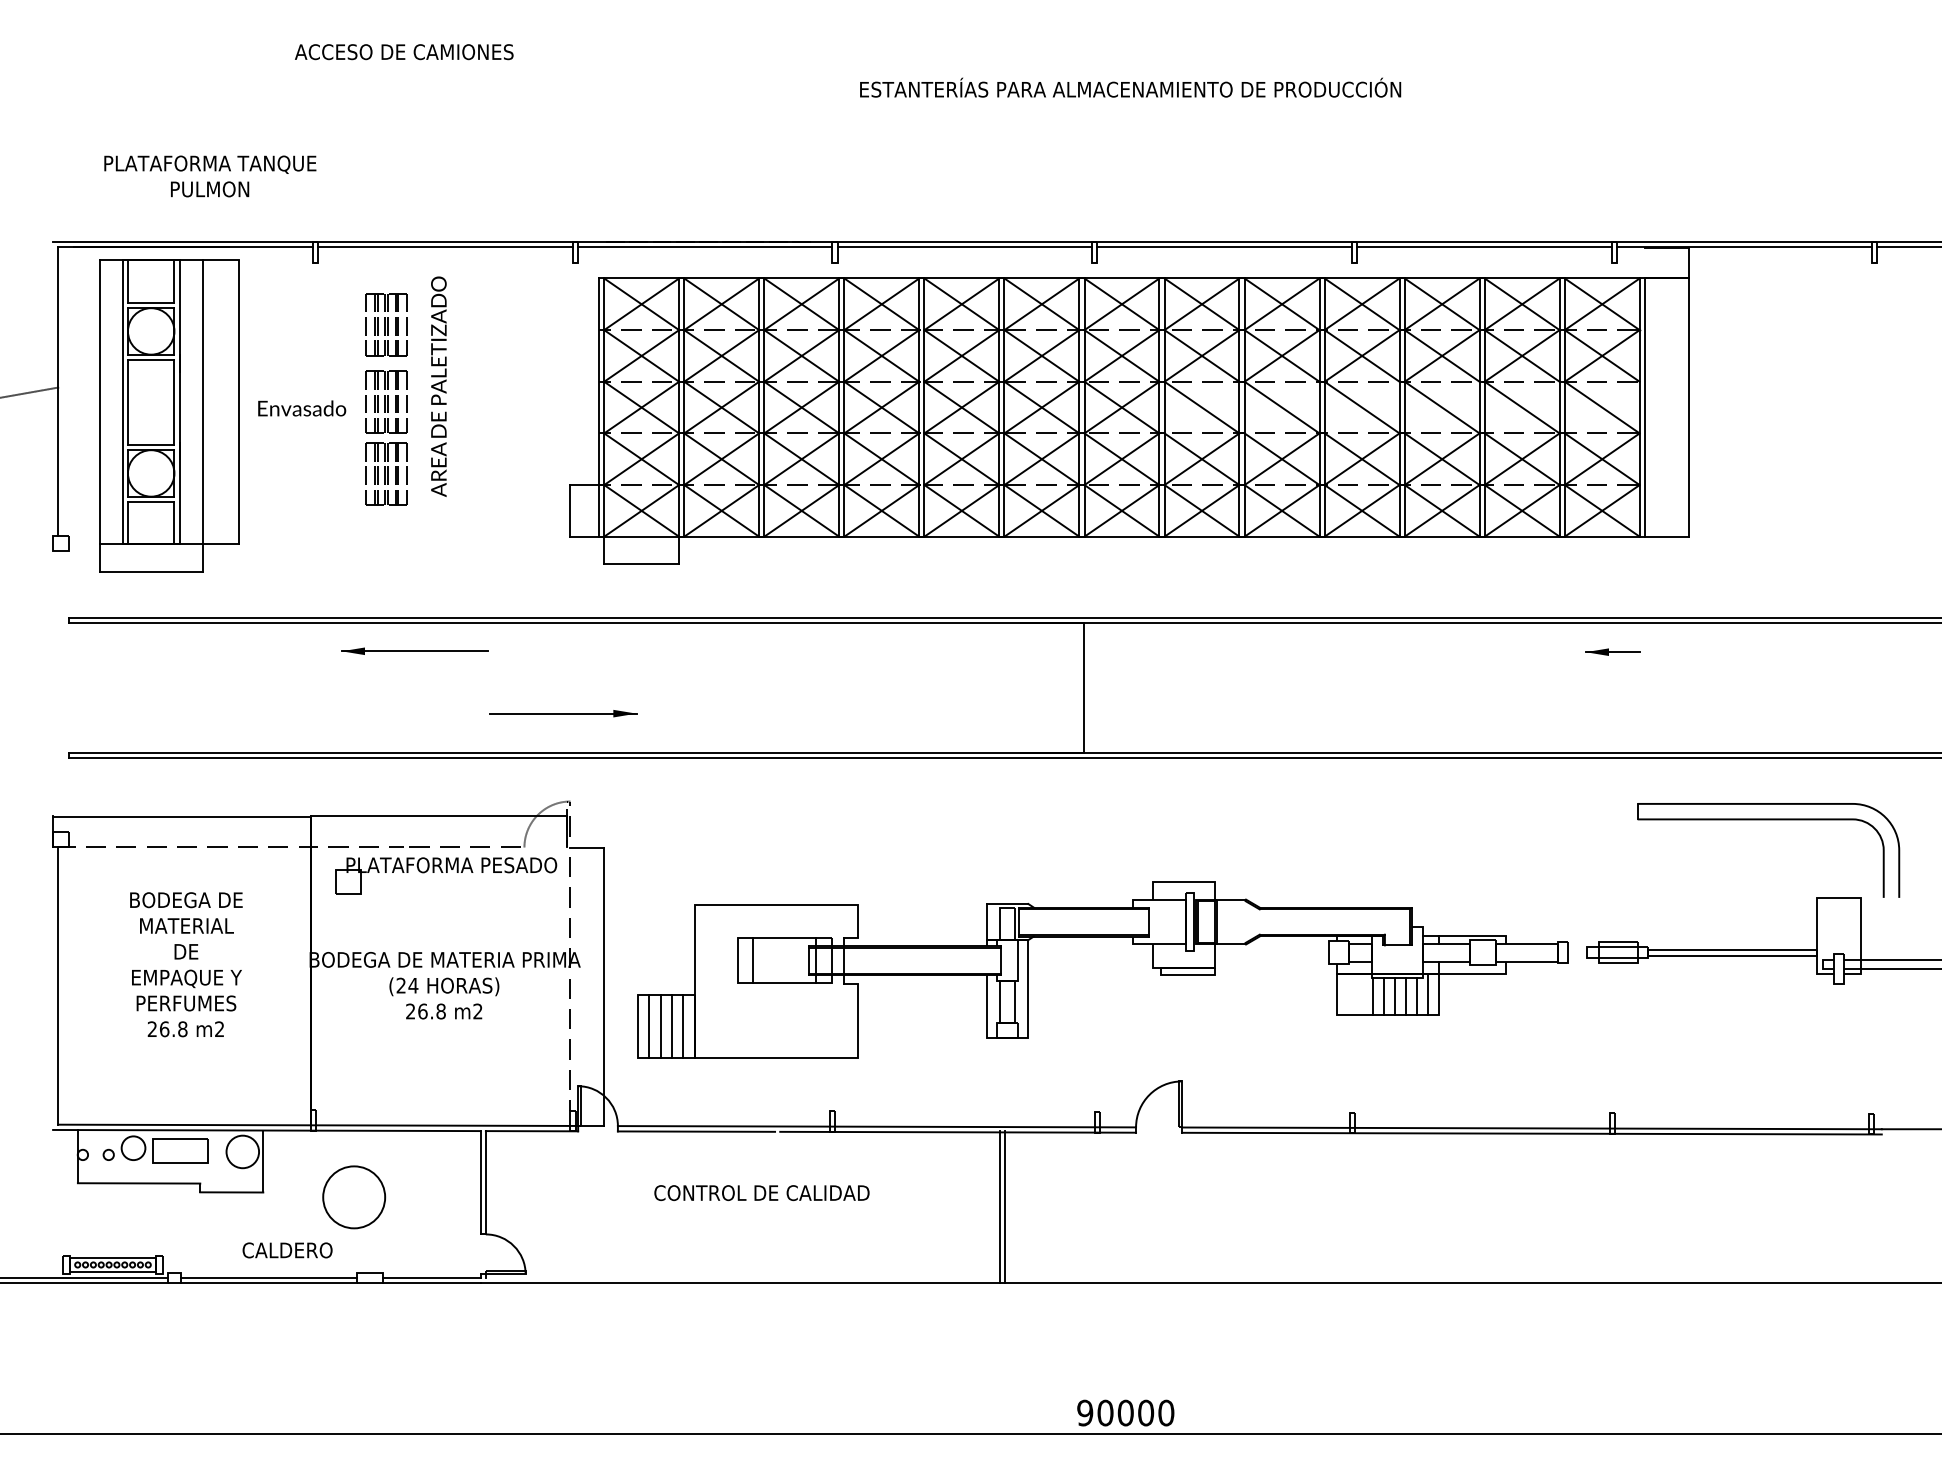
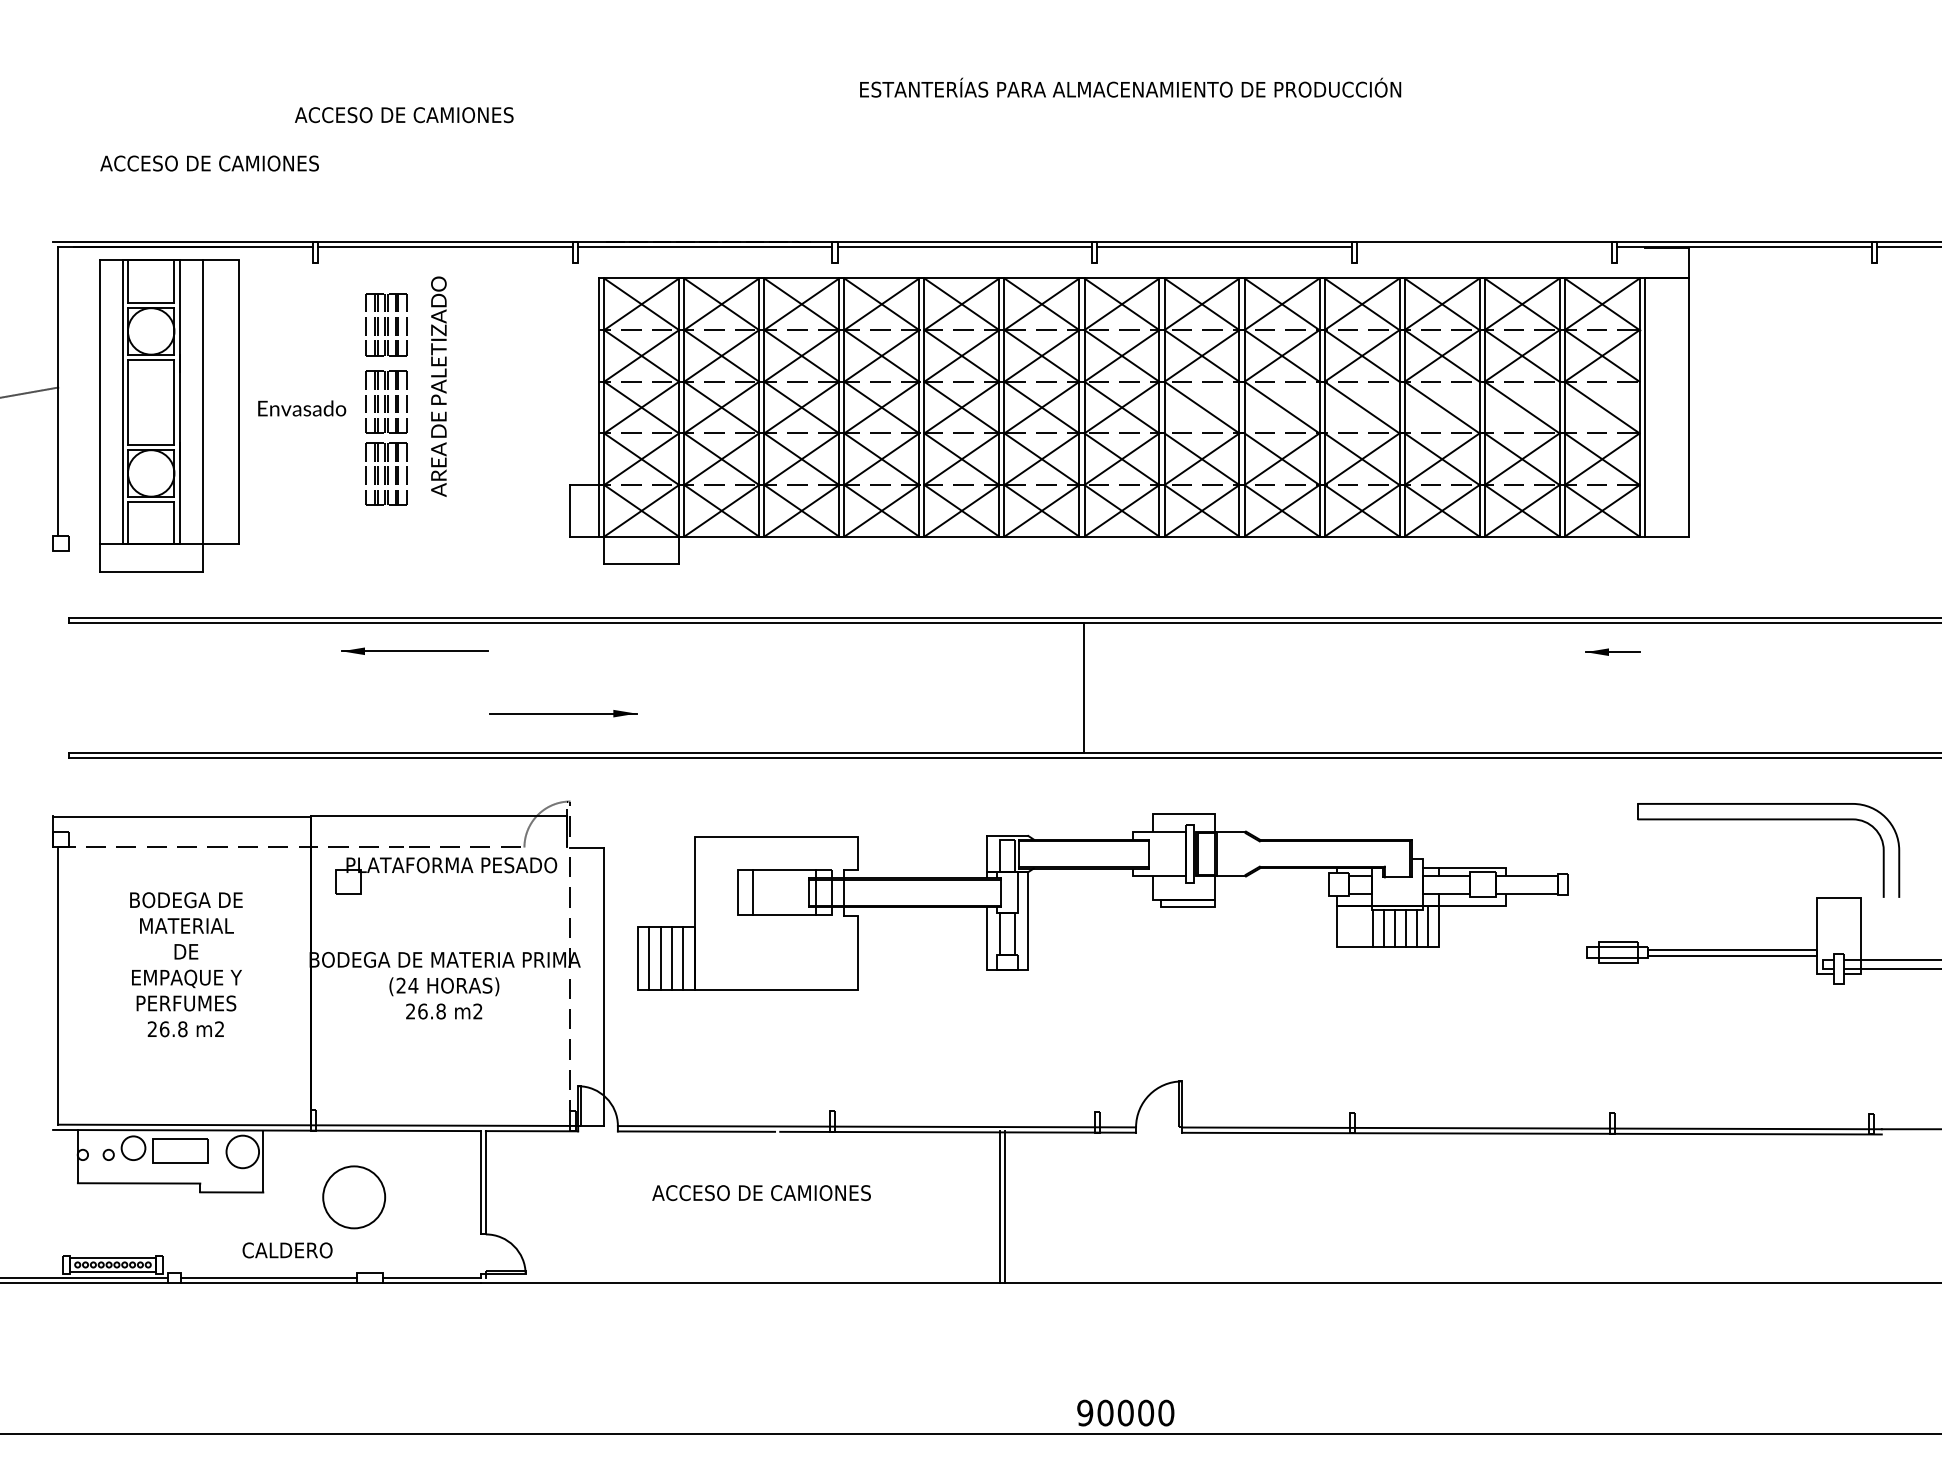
text at (404, 52) position: (404, 52) -> (404, 115)
text at (209, 176): PLATAFORMA TANQUE PULMON -> ACCESO DE CAMIONES
line at (1484, 247): present -> none
part at (1102, 937) position: (1102, 937) -> (1102, 869)
text at (761, 1193): CONTROL DE CALIDAD -> ACCESO DE CAMIONES
